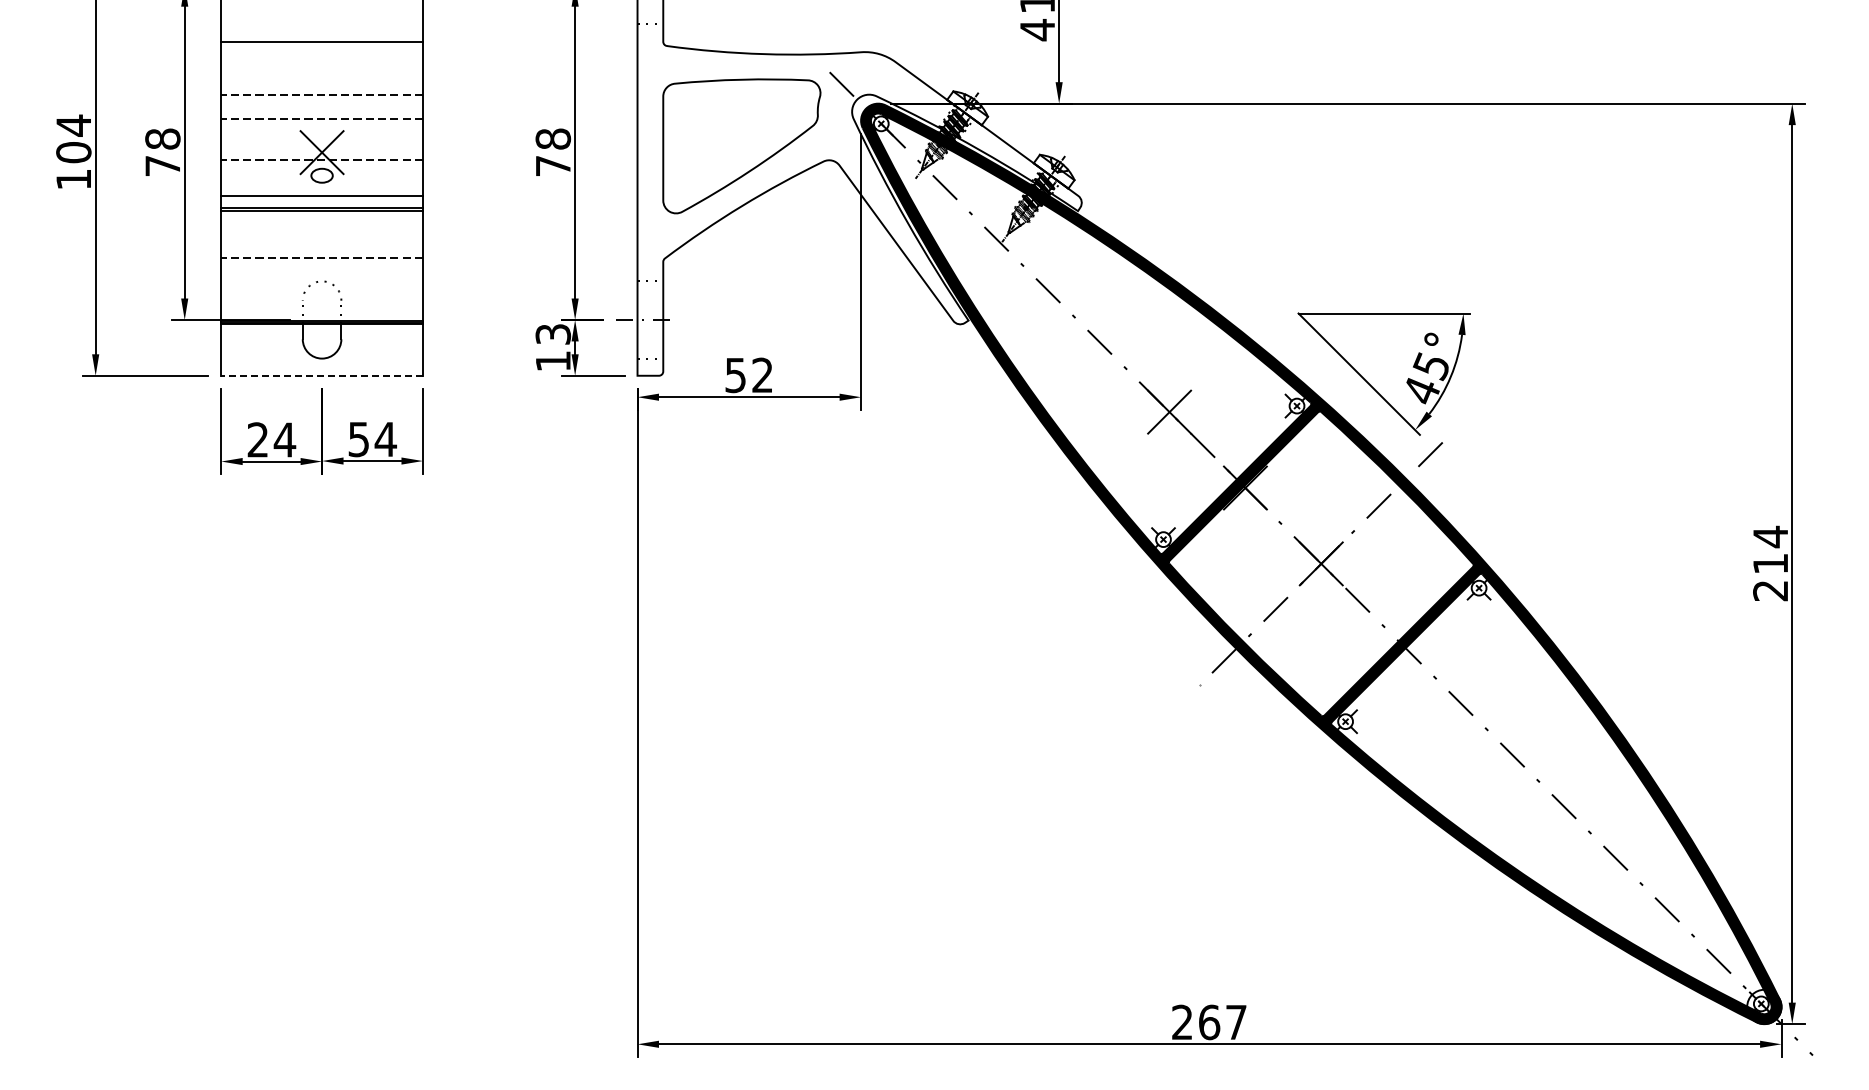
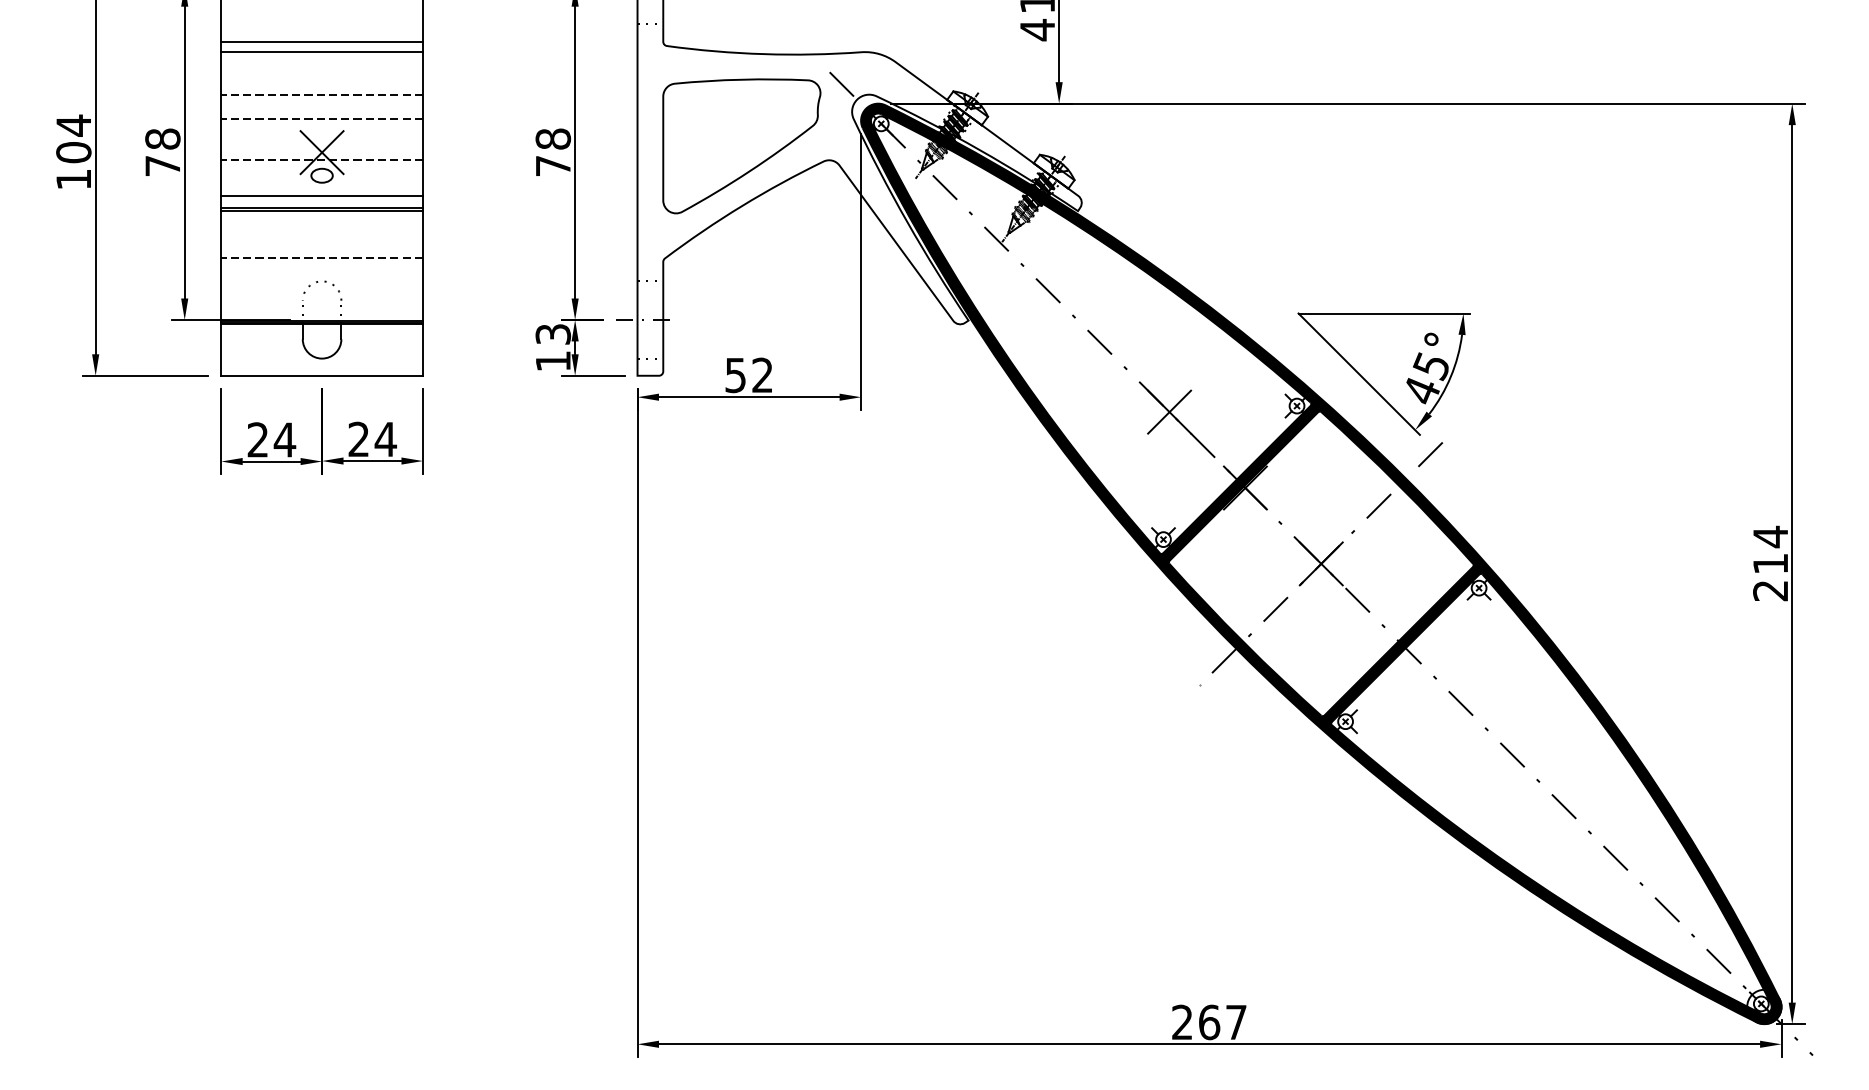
line at (321, 52): none -> present
line at (322, 375): dashed -> solid
text at (358, 439): 54 -> 24
